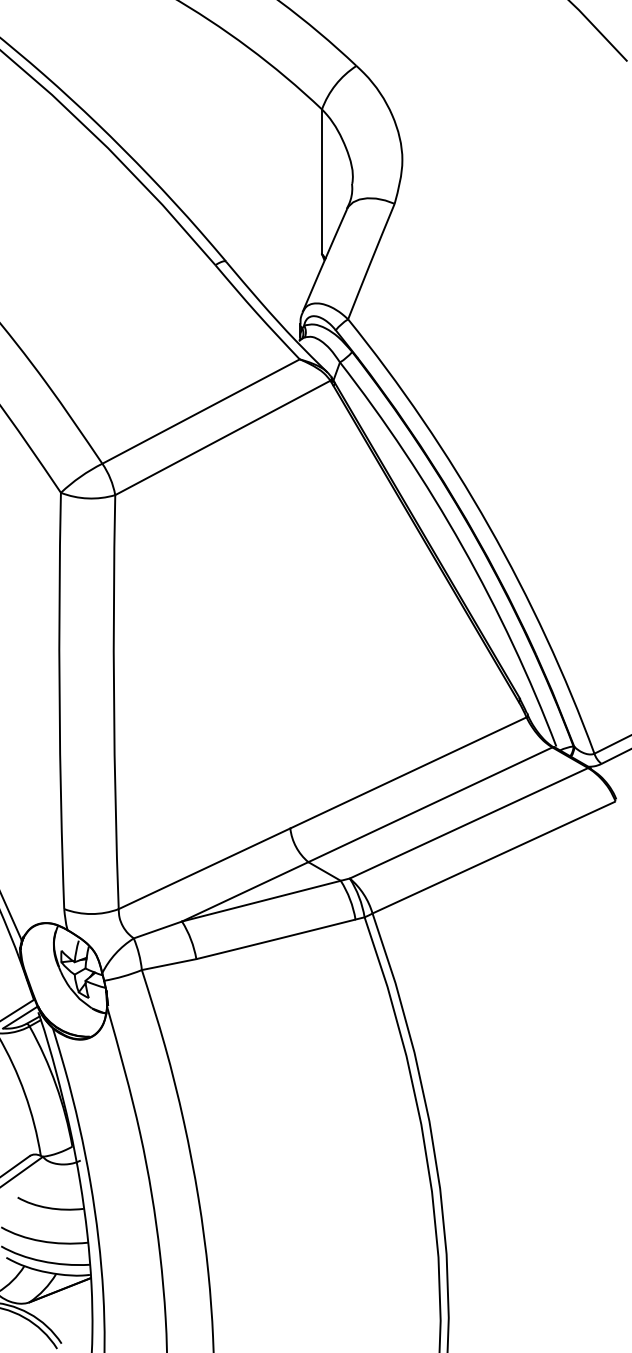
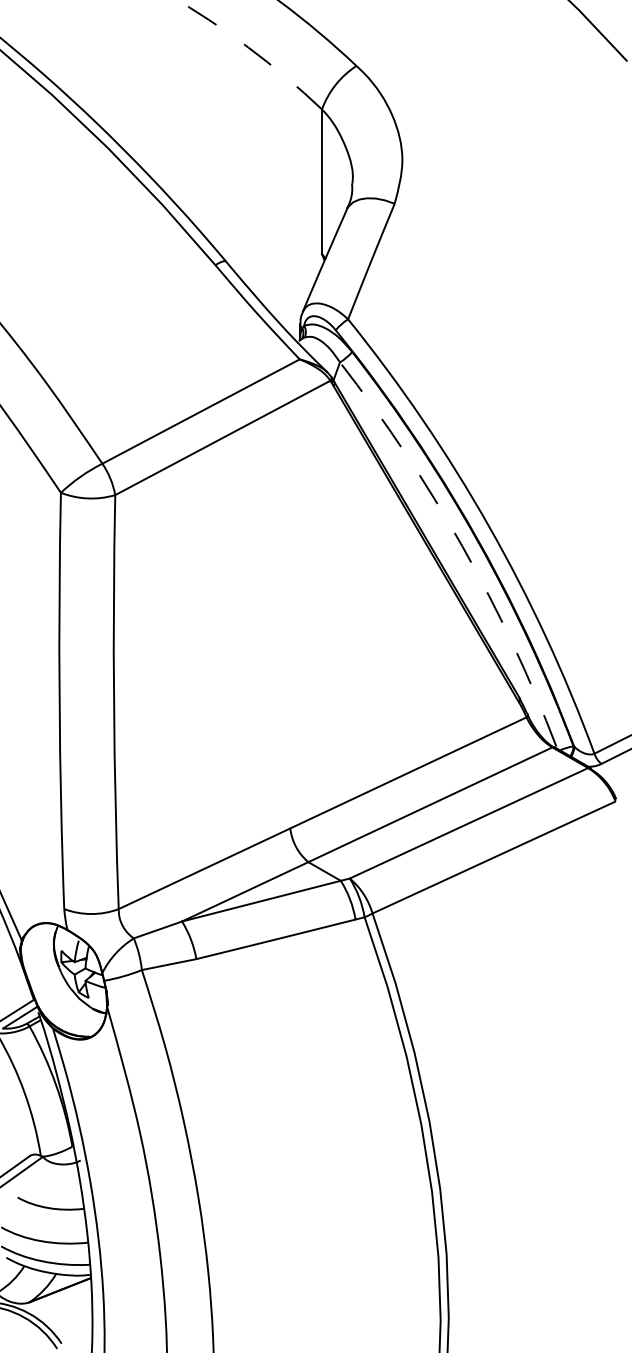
arc at (253, 51): solid -> dashed
arc at (462, 546): solid -> dashed
